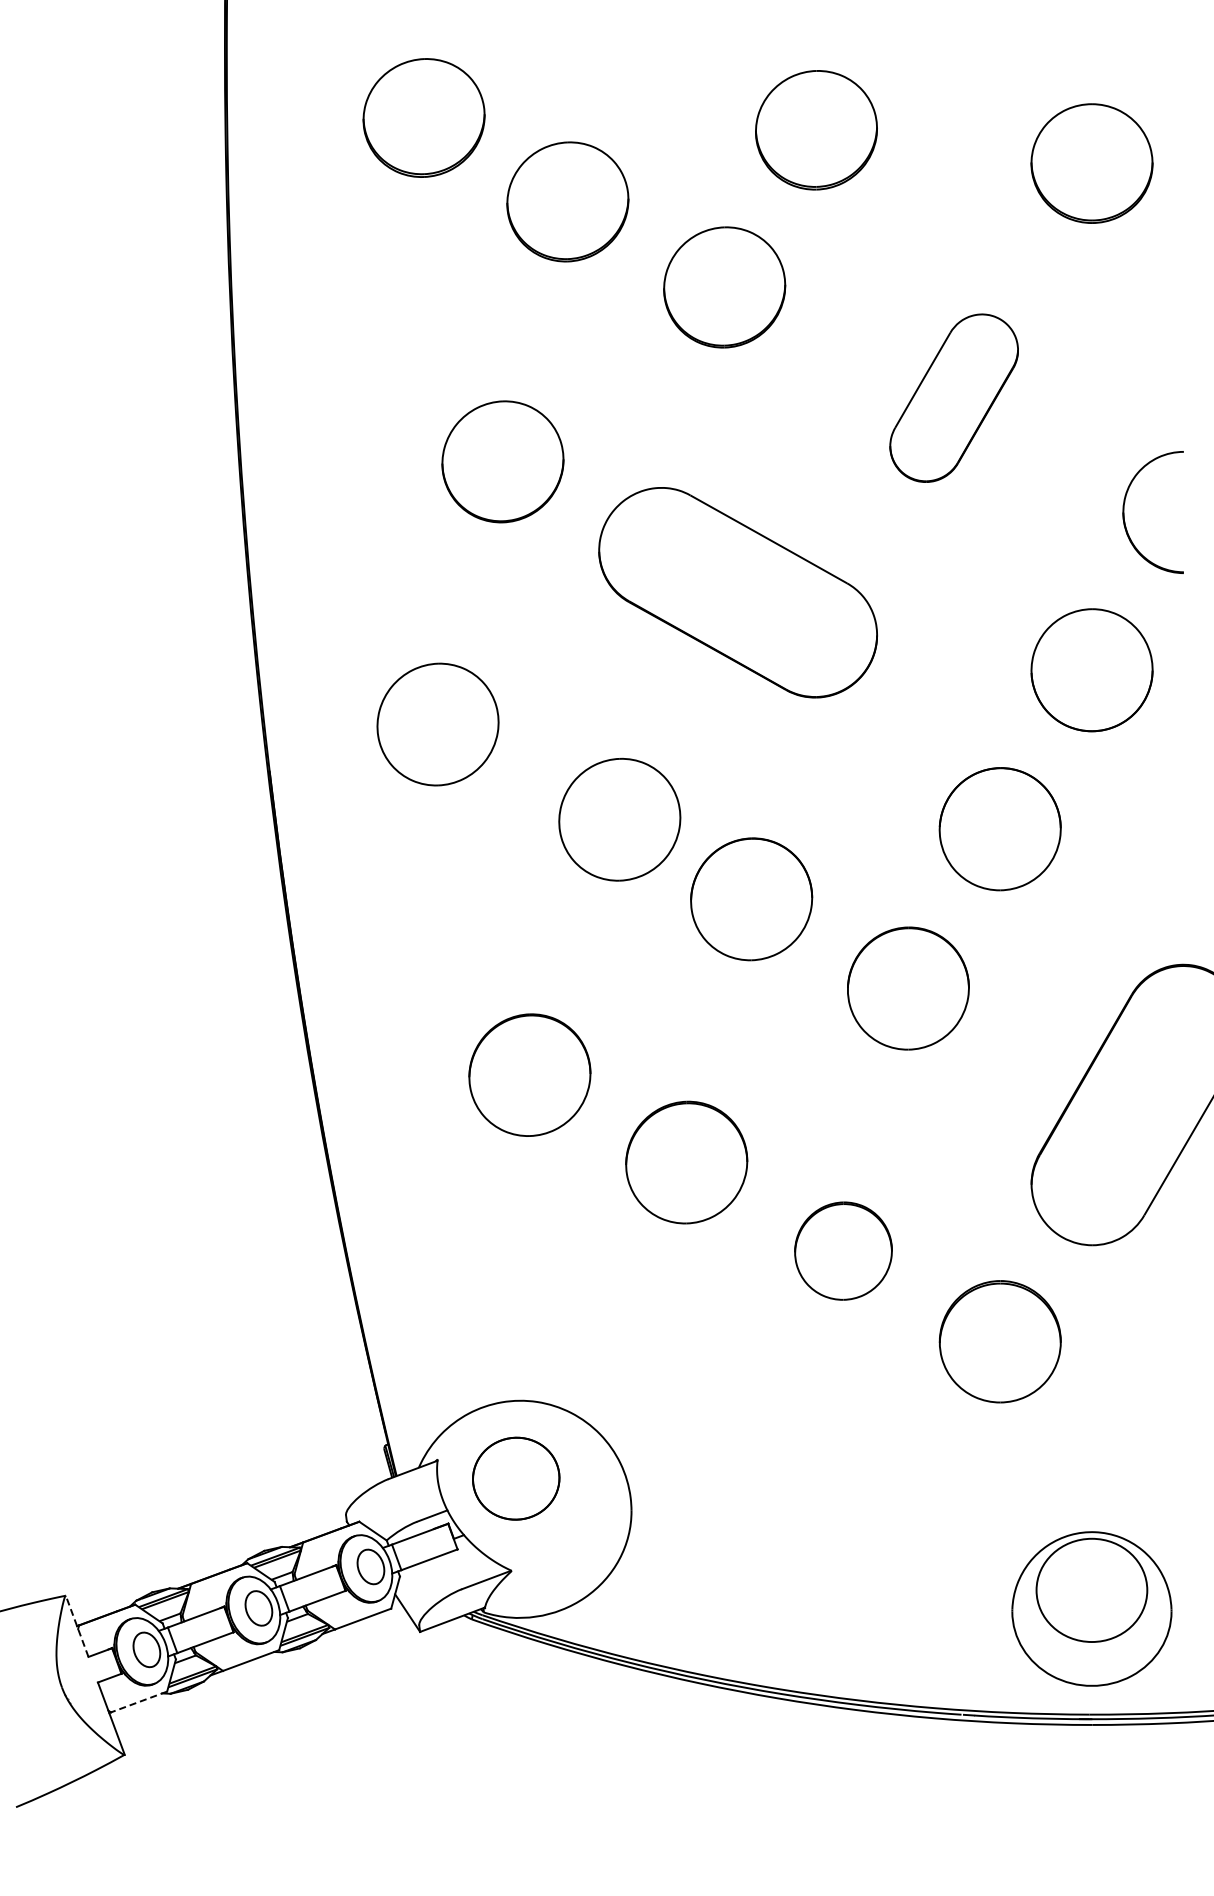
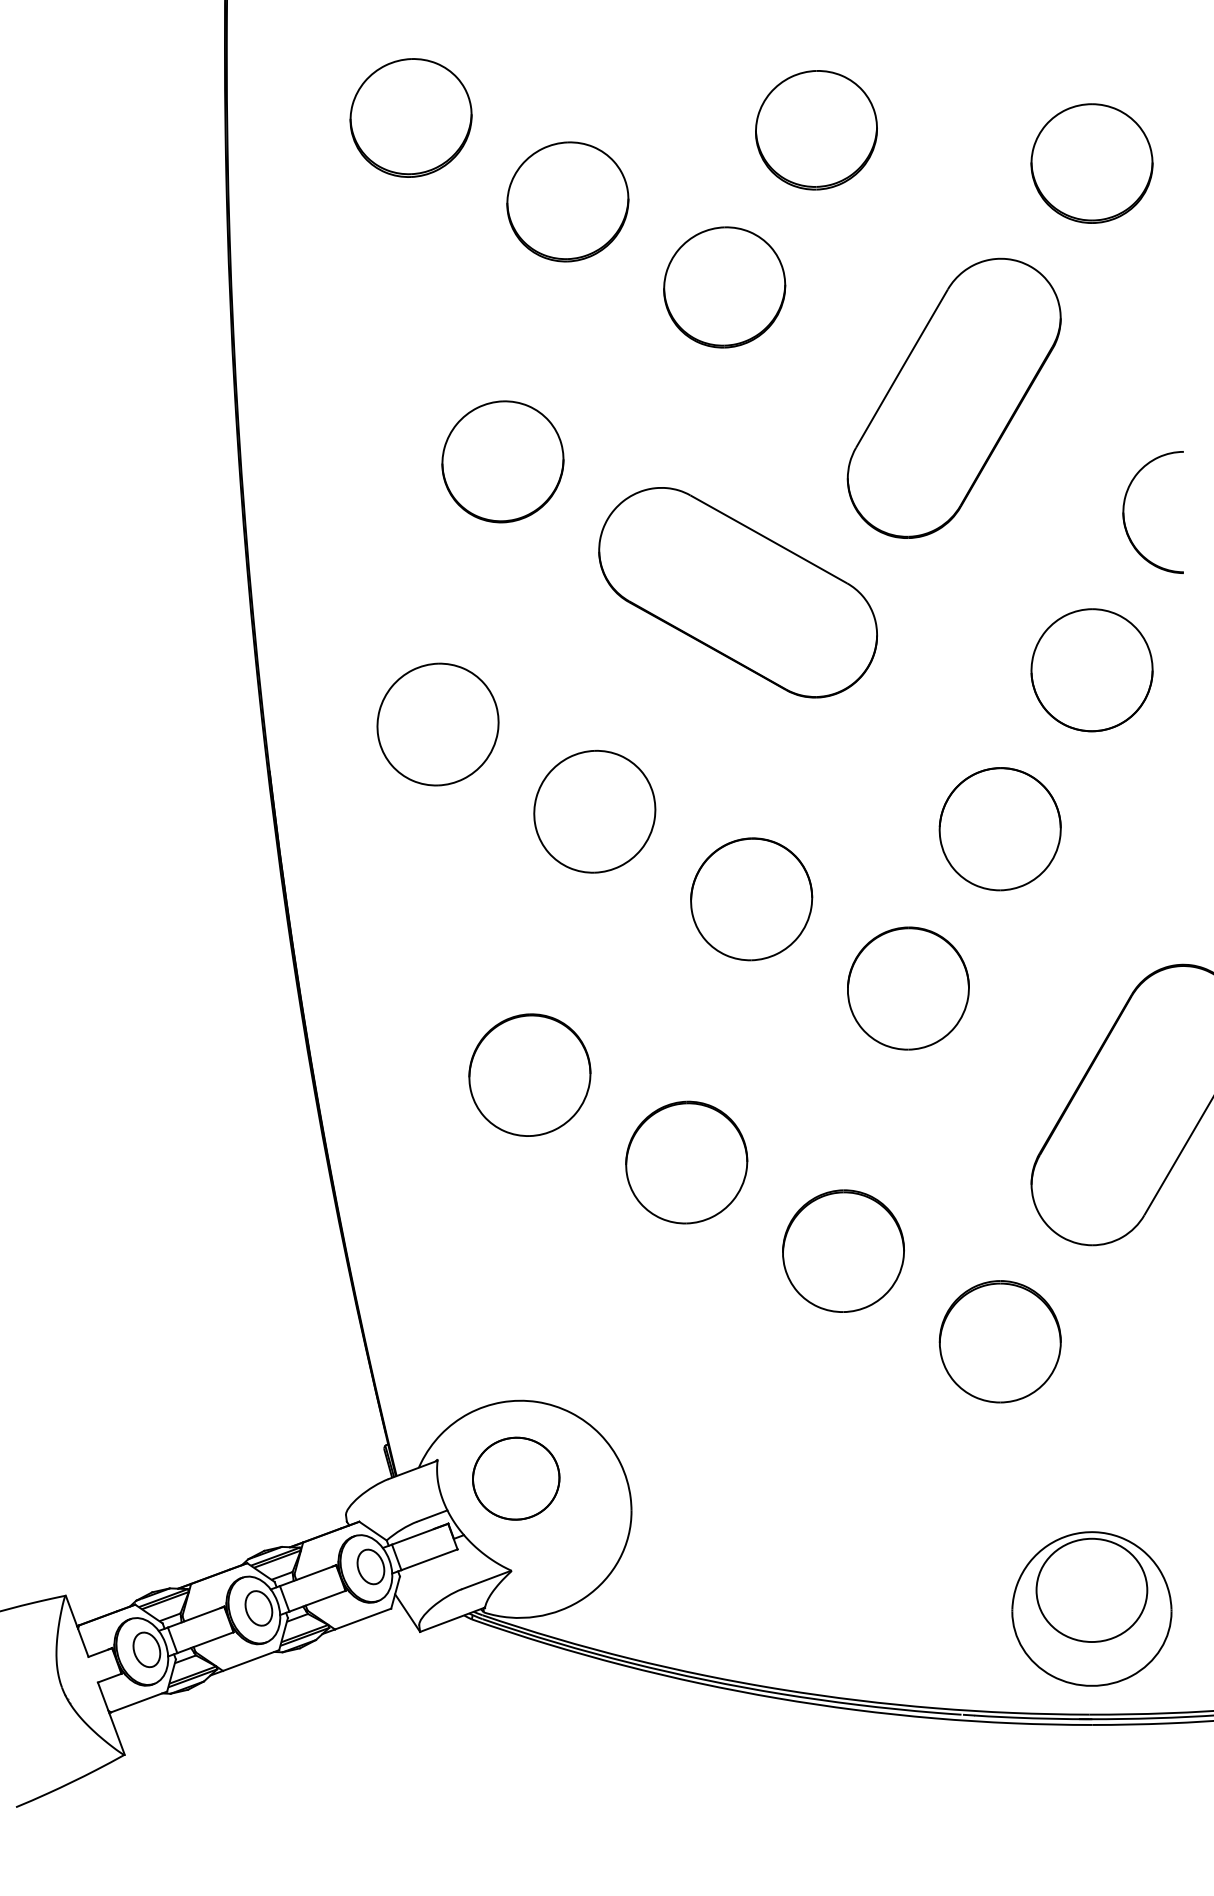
part at (423, 117) position: (423, 117) -> (410, 117)
part at (953, 397) size: 130x170 px -> 216x282 px
part at (619, 819) position: (619, 819) -> (594, 811)
part at (843, 1250) size: 99x100 px -> 123x124 px
line at (77, 1626): dashed -> solid
line at (139, 1702): dashed -> solid
